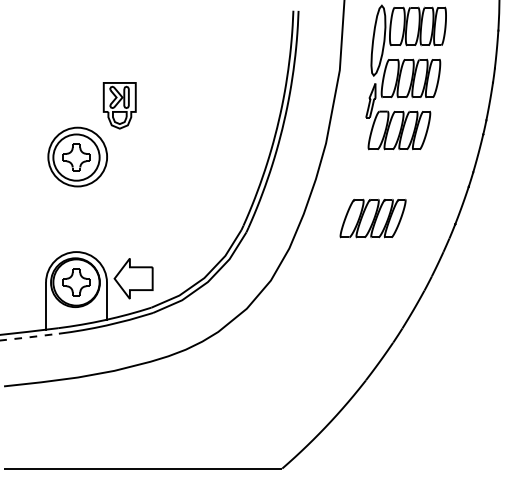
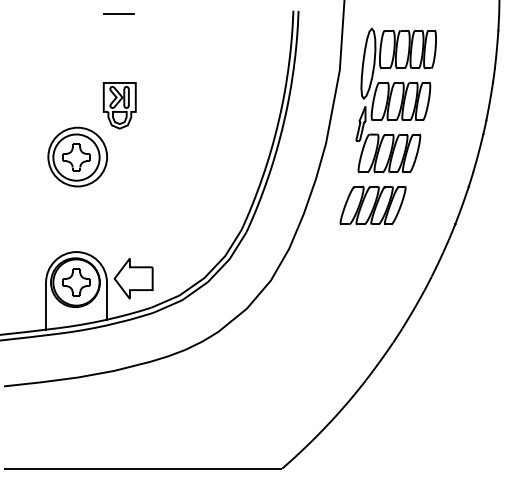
line at (118, 14): none -> present
part at (405, 77) position: (405, 77) -> (395, 100)
part at (372, 218) position: (372, 218) -> (372, 205)
line at (29, 337): dashed -> solid
